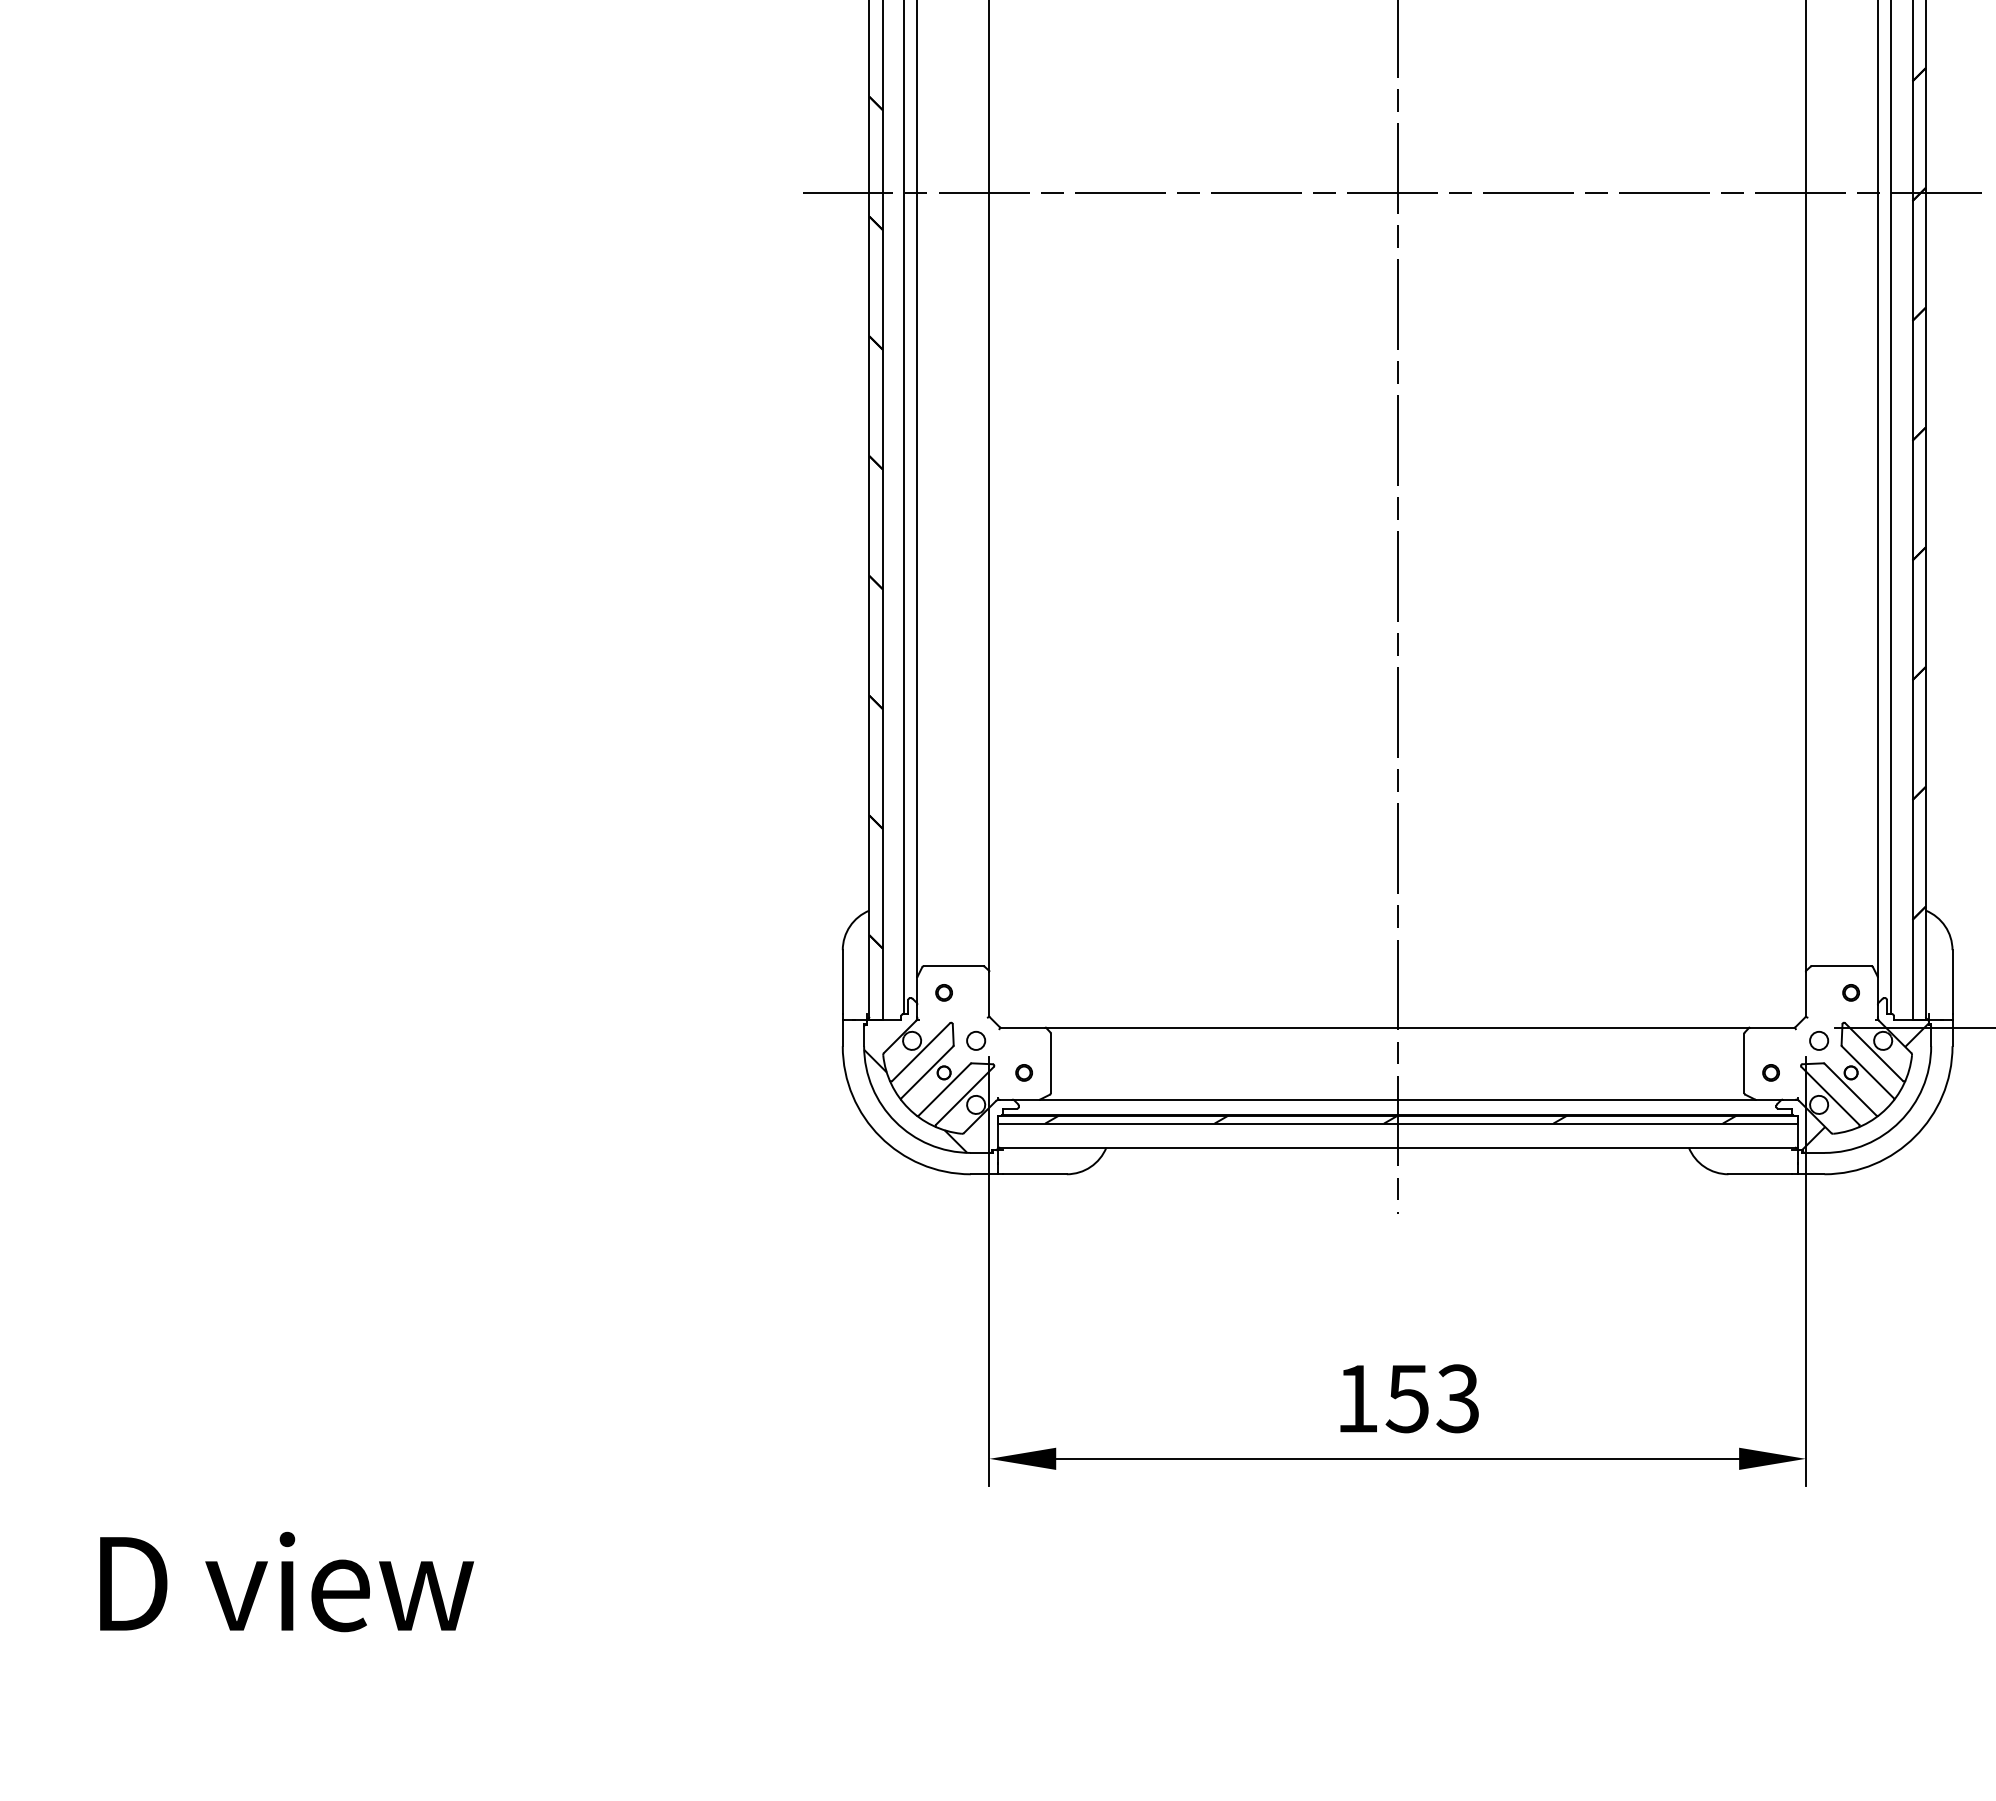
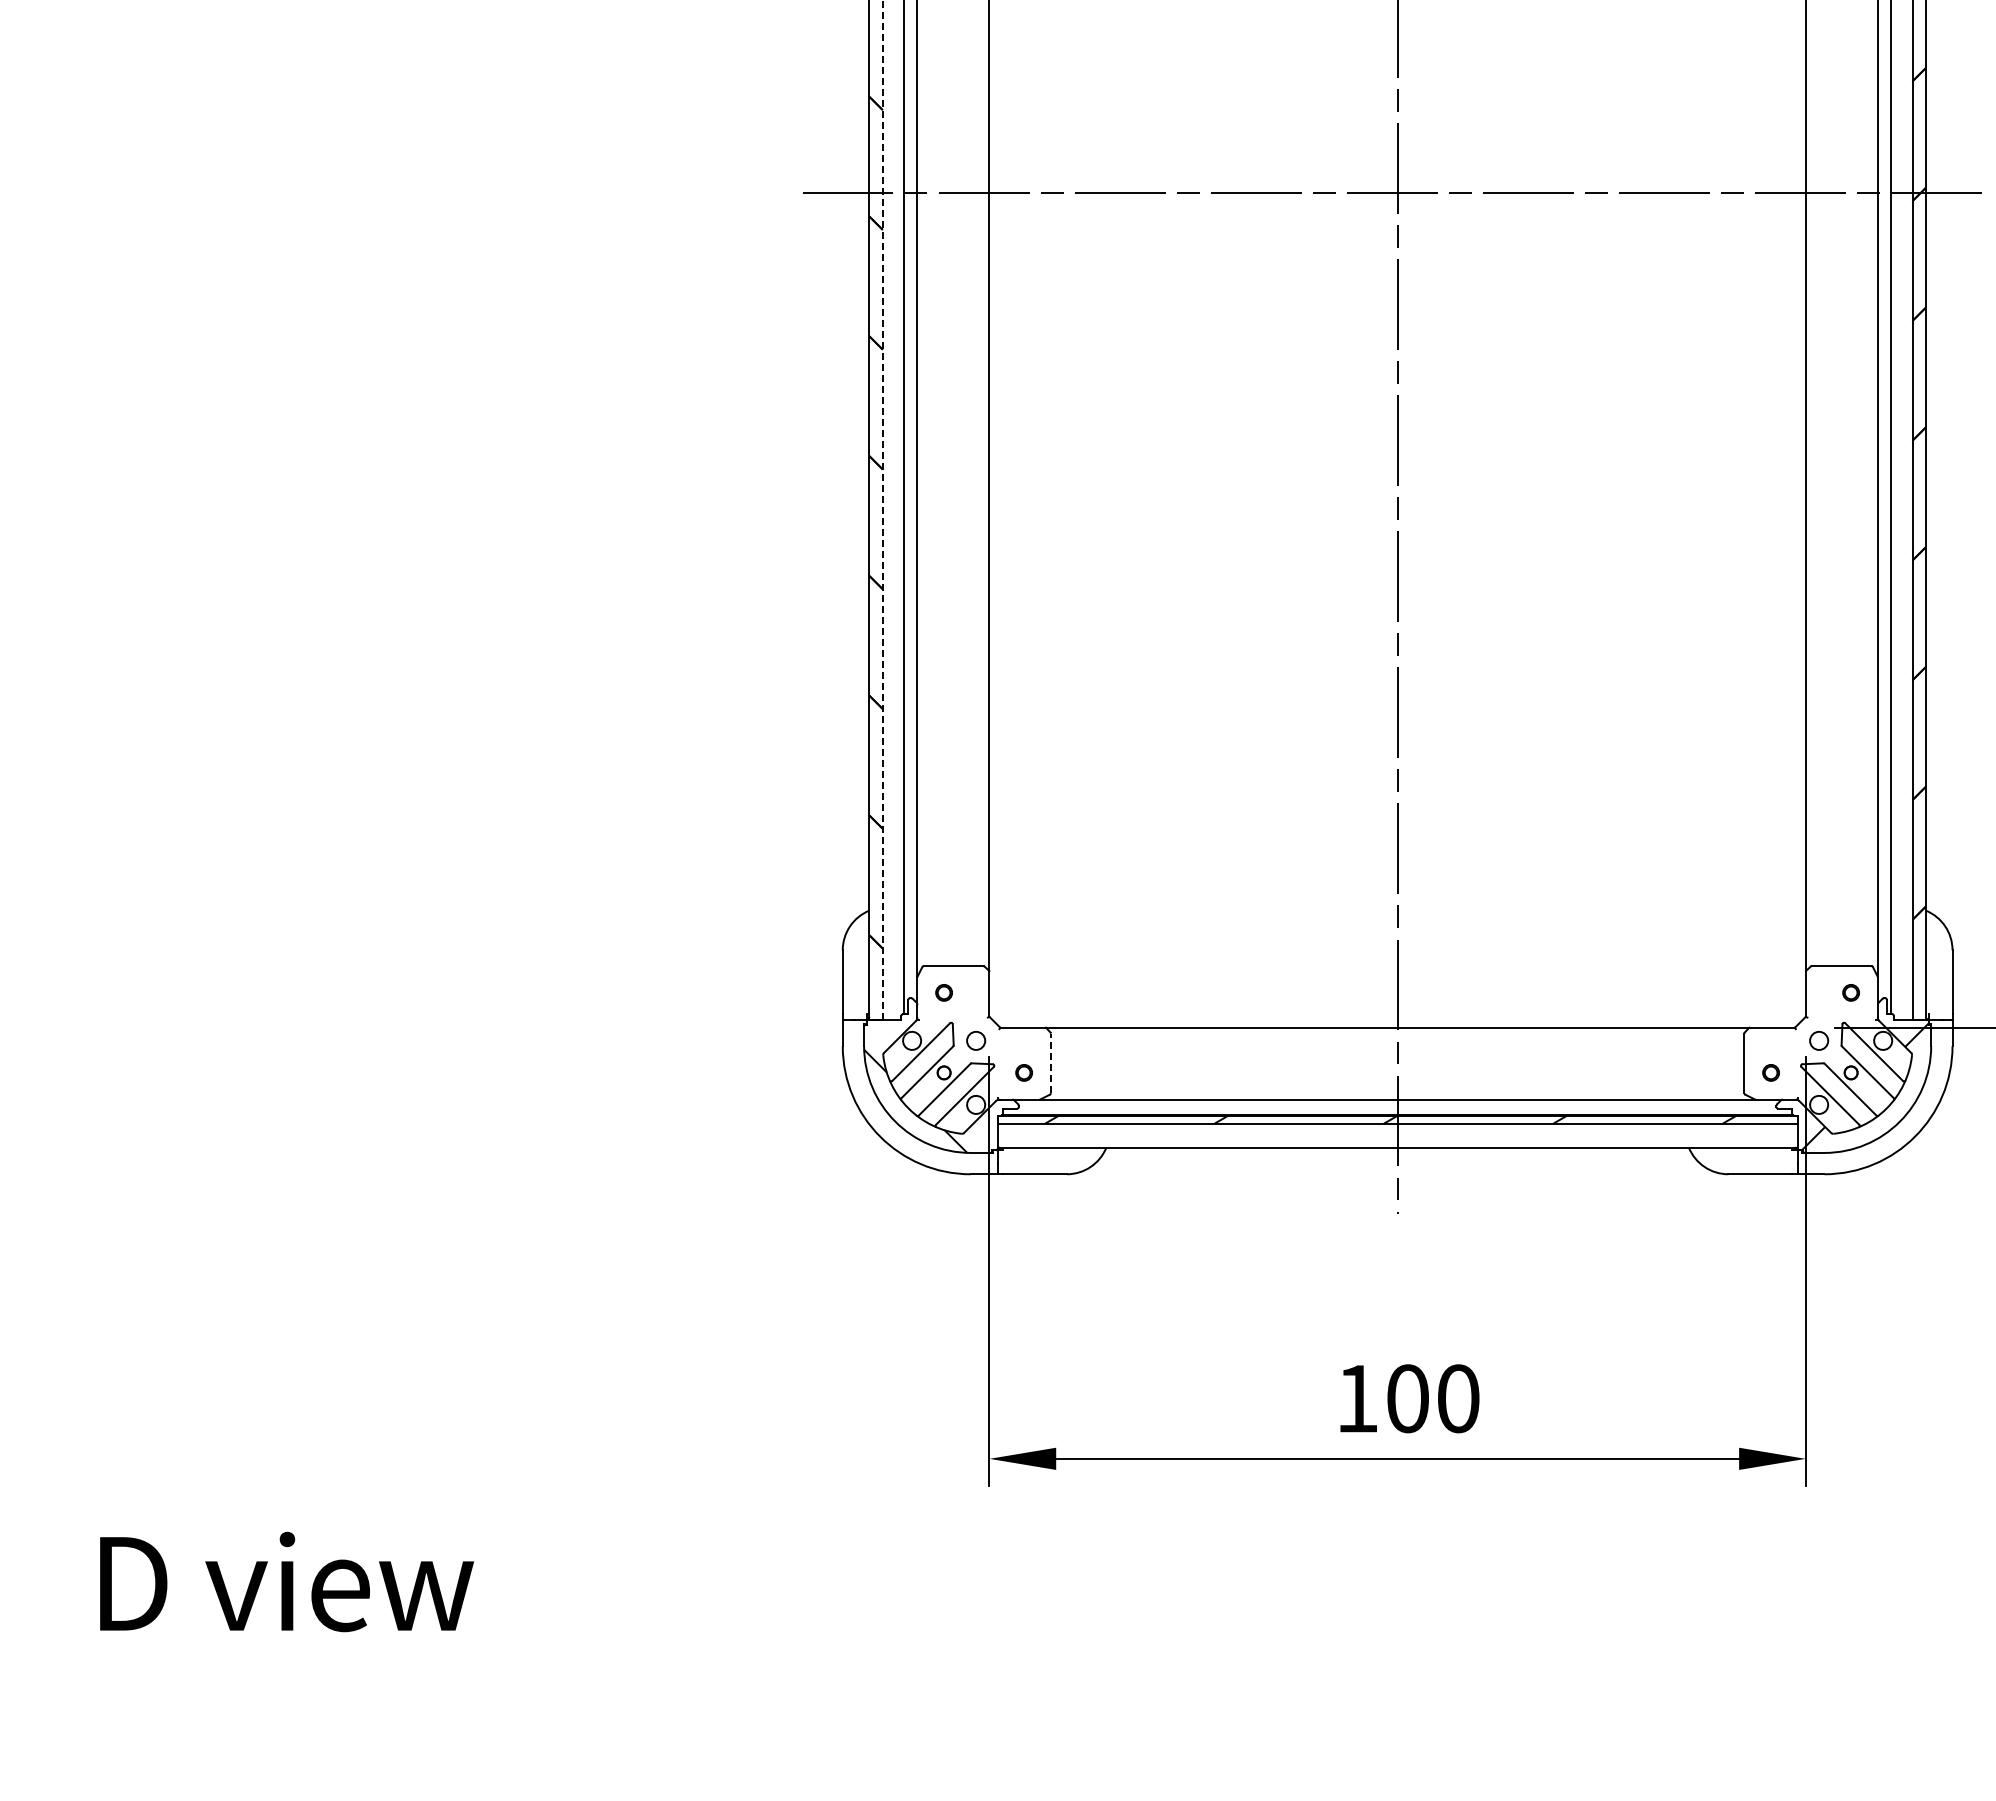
line at (882, 509): solid -> dashed
line at (1050, 1063): solid -> dashed
text at (1432, 1398): 153 -> 100
